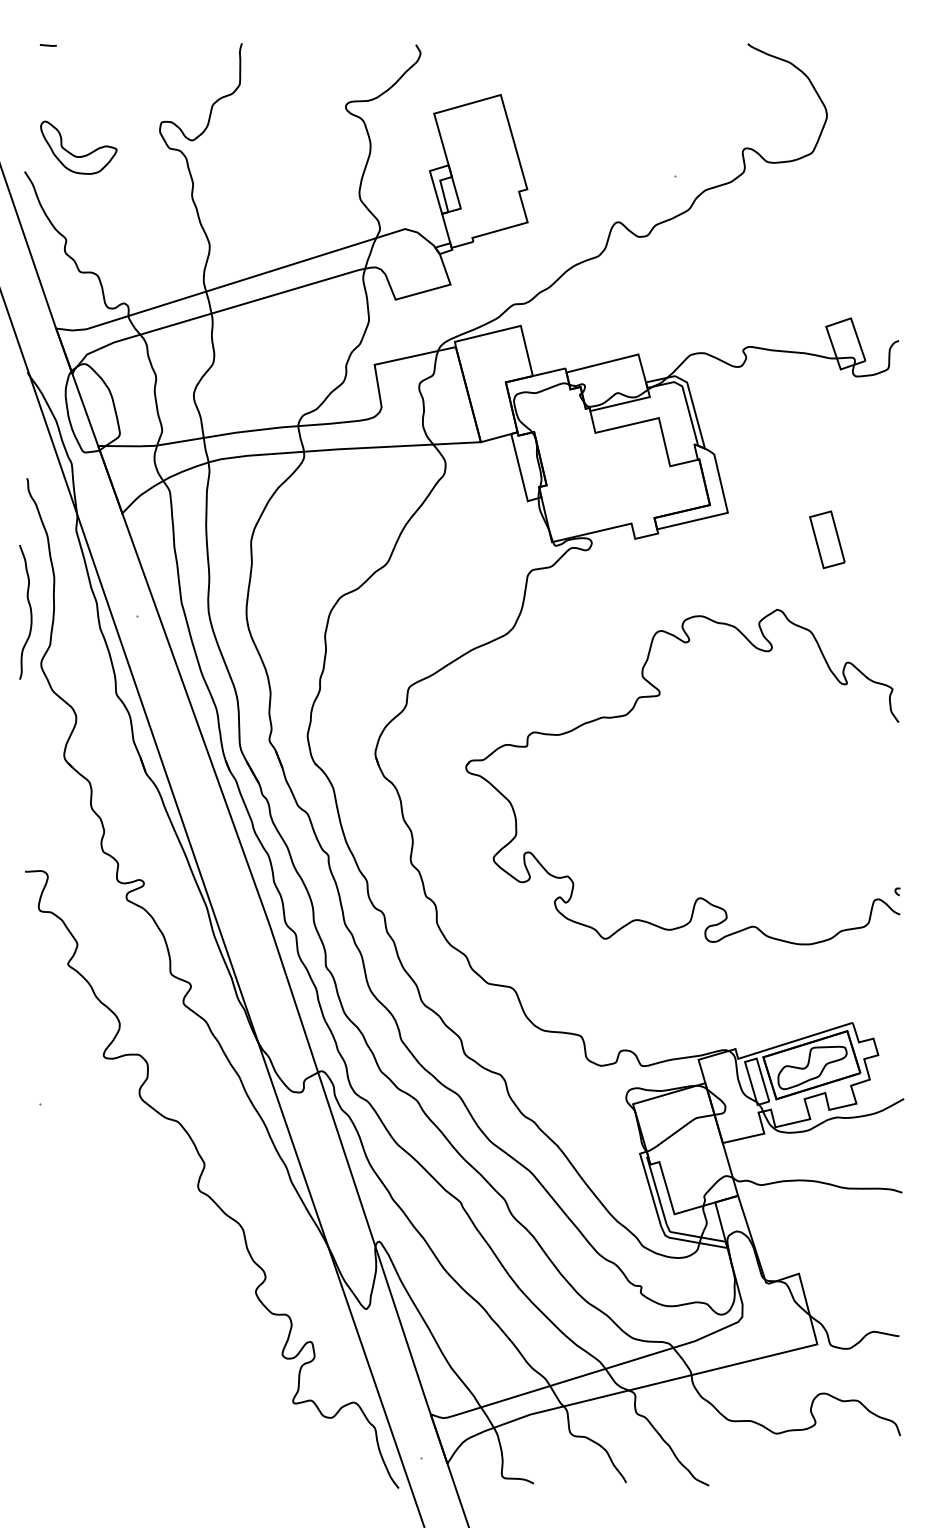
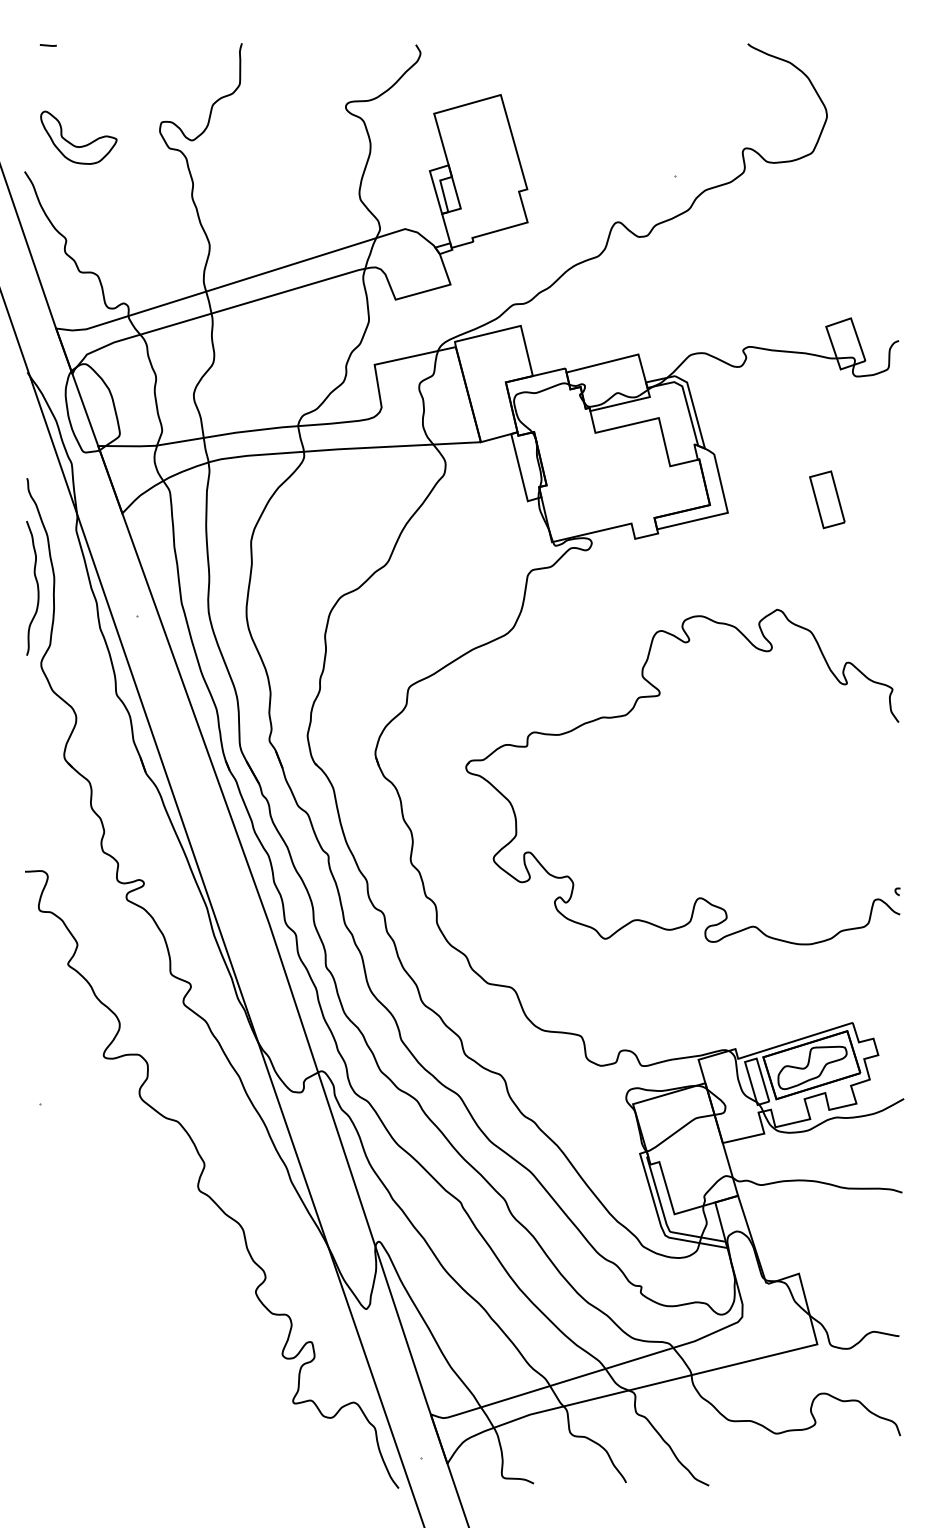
part at (76, 155) position: (76, 155) -> (76, 145)
part at (827, 539) position: (827, 539) -> (827, 499)
curve at (29, 608) position: (29, 608) -> (36, 584)
